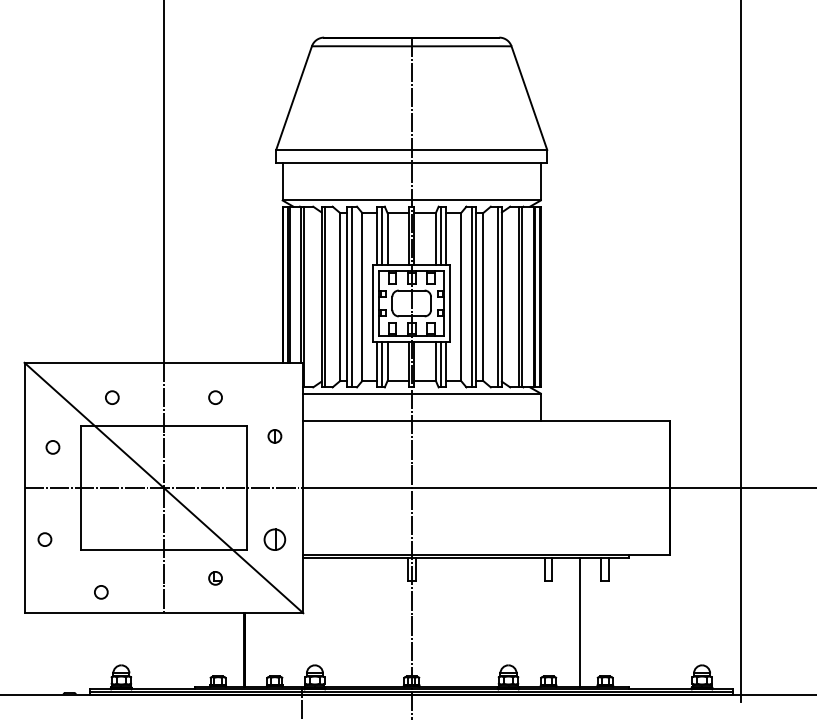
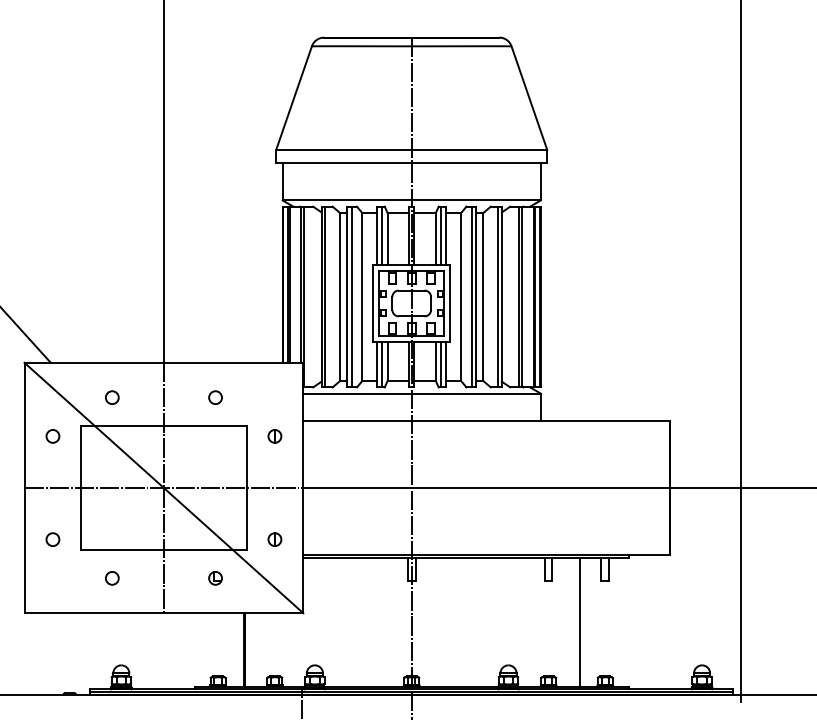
line at (26, 335): none -> present
circle at (52, 447) position: (52, 447) -> (52, 436)
circle at (44, 539) position: (44, 539) -> (52, 539)
part at (274, 539) size: 24x23 px -> 16x15 px
circle at (101, 592) position: (101, 592) -> (112, 578)
